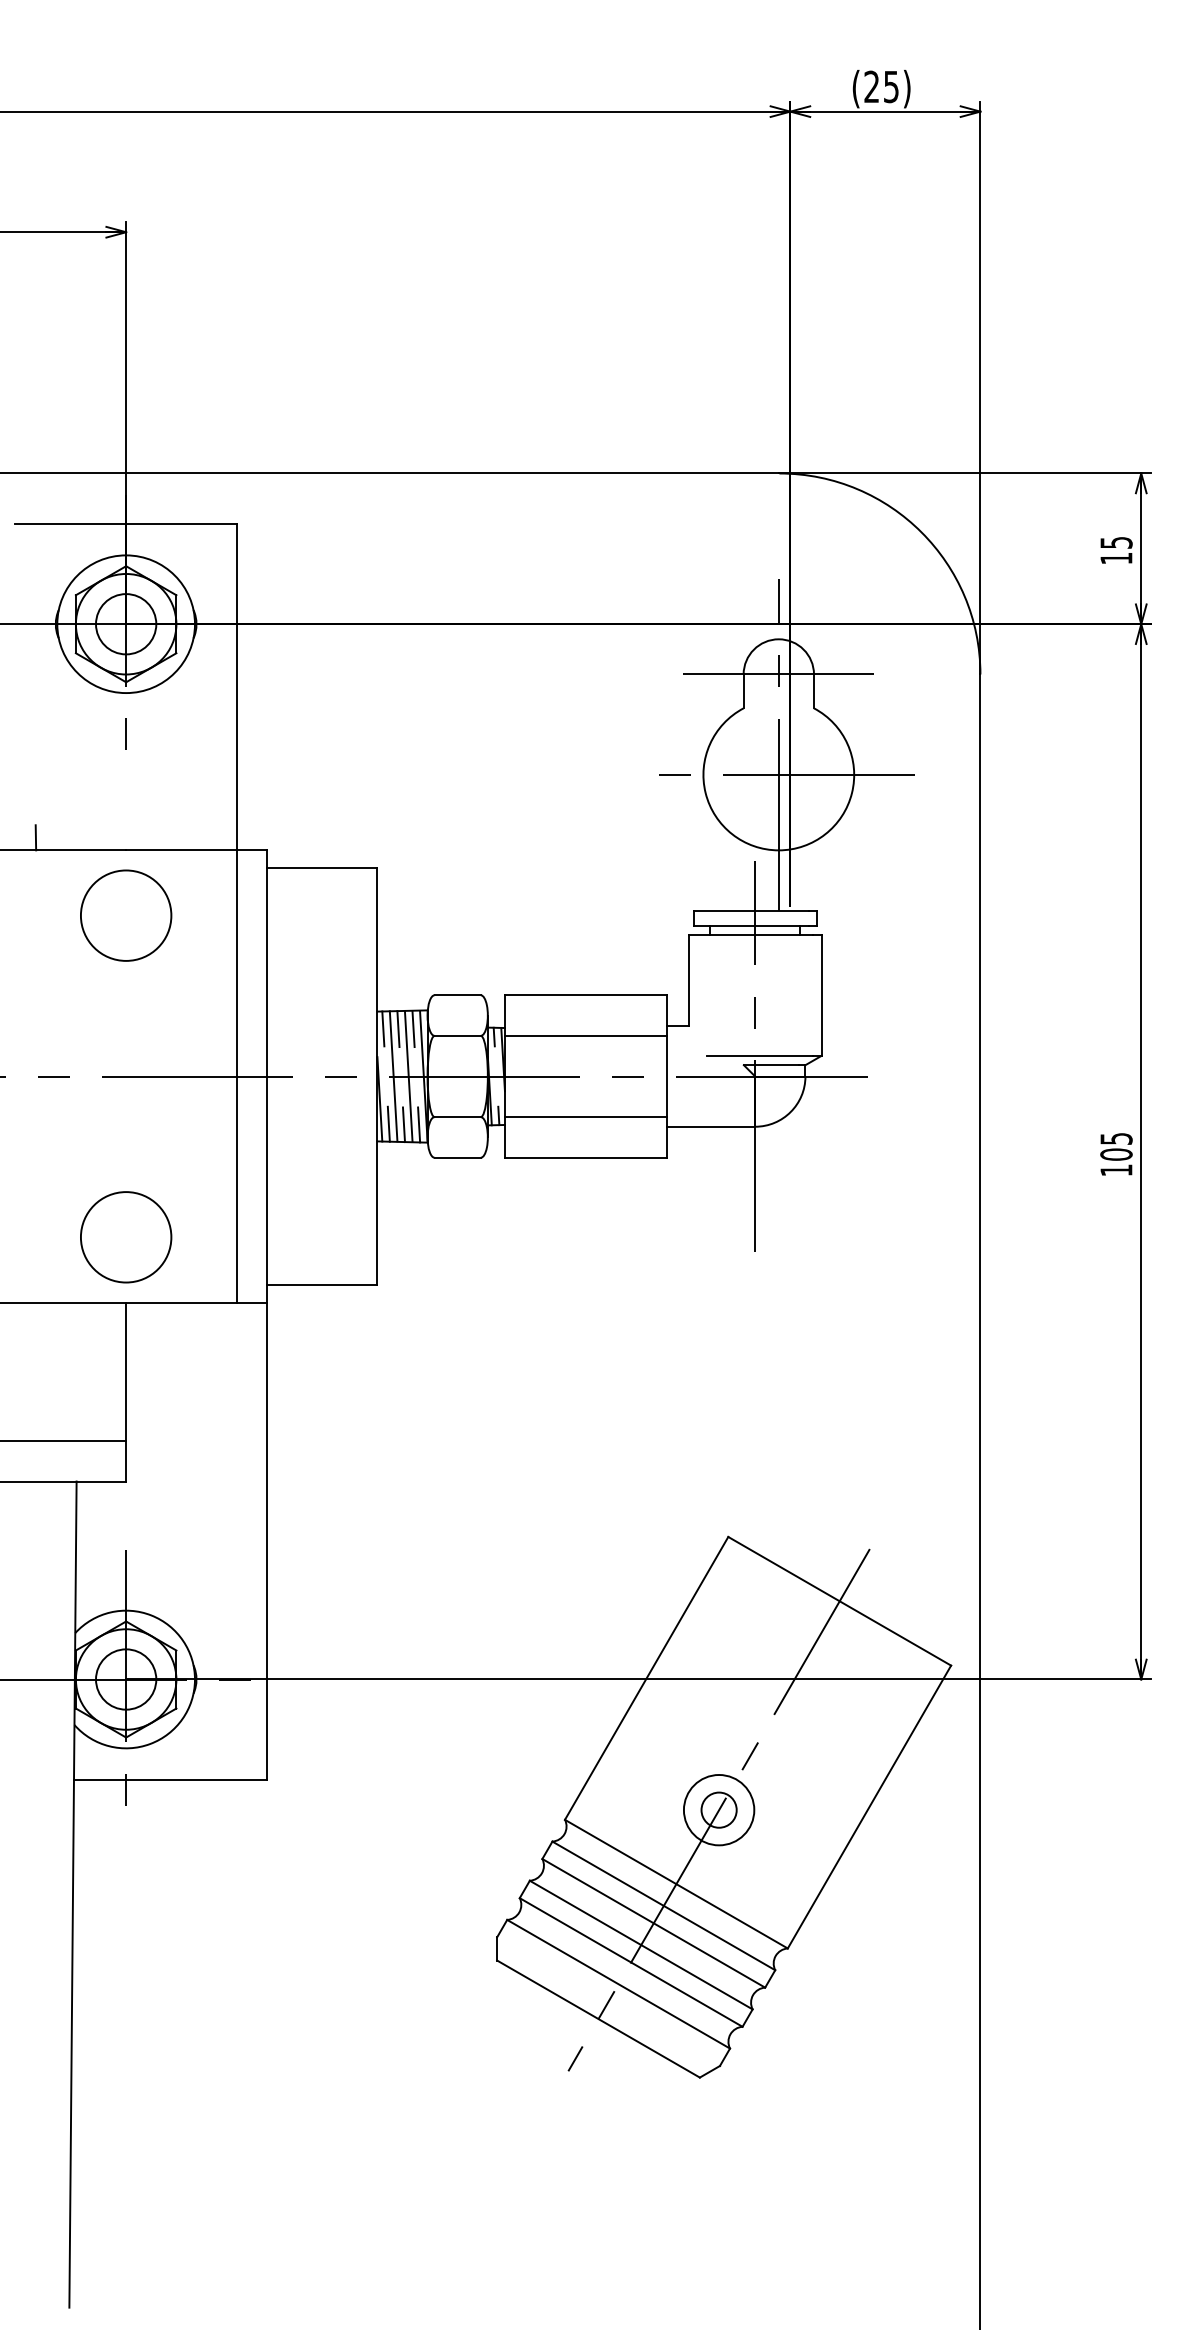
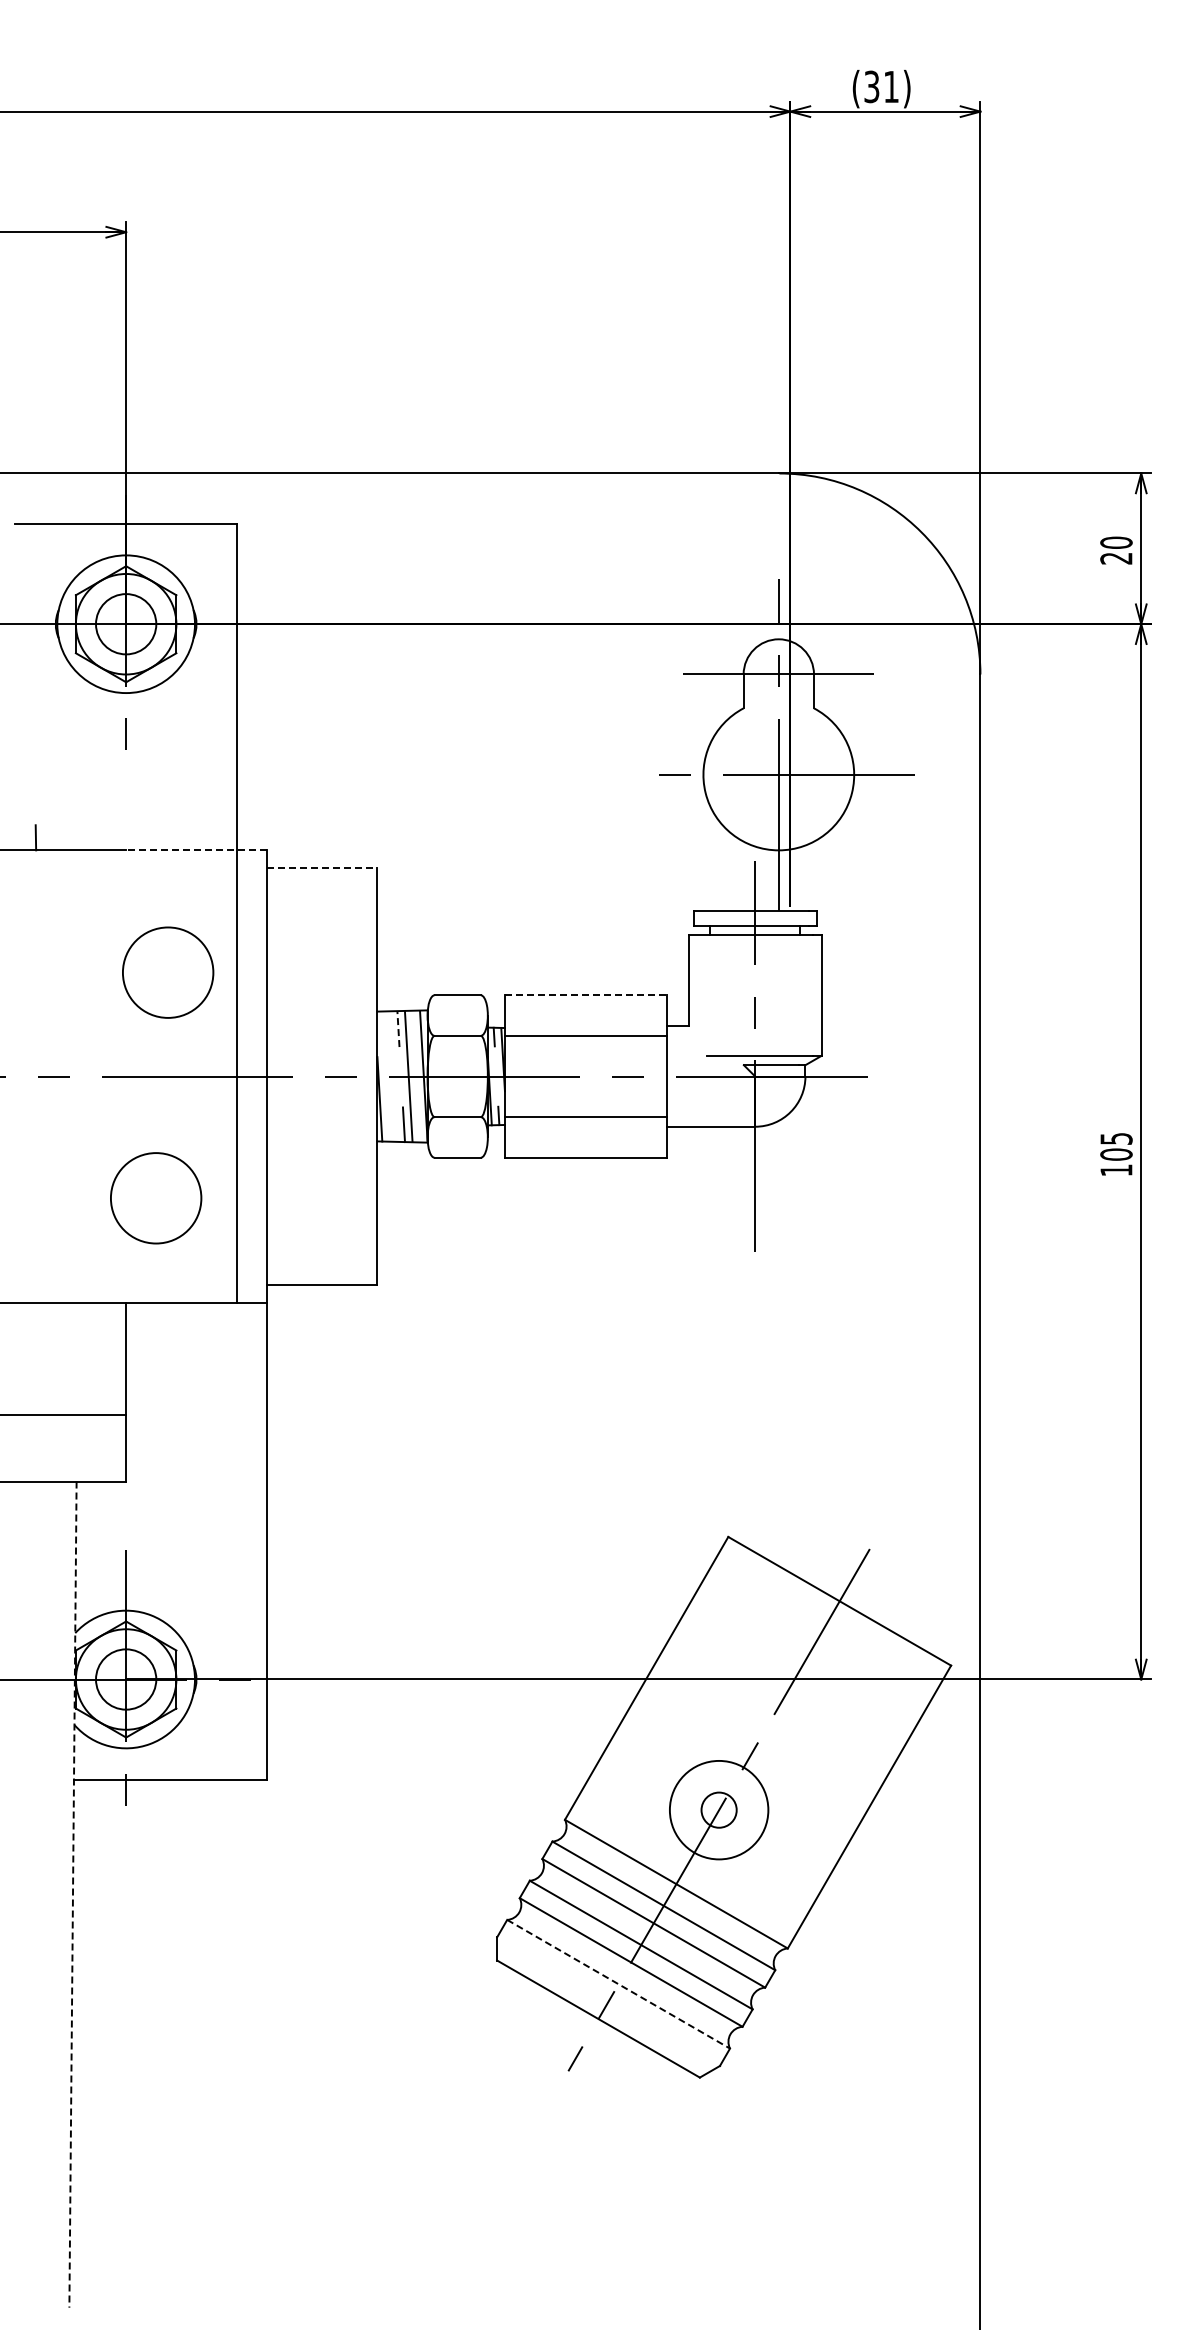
text at (881, 87): (25) -> (31)
text at (1116, 550): 15 -> 20
line at (196, 850): solid -> dashed
line at (322, 867): solid -> dashed
circle at (126, 915) position: (126, 915) -> (168, 972)
line at (585, 995): solid -> dashed
line at (383, 1028): present -> none
line at (398, 1029): solid -> dashed
line at (413, 1029): present -> none
line at (393, 1076): present -> none
line at (388, 1123): present -> none
line at (419, 1124): present -> none
circle at (126, 1237) position: (126, 1237) -> (156, 1198)
line at (64, 1441) position: (64, 1441) -> (64, 1415)
circle at (718, 1809) diameter: 70 px -> 98 px
line at (72, 1895): solid -> dashed
line at (618, 1984): solid -> dashed
